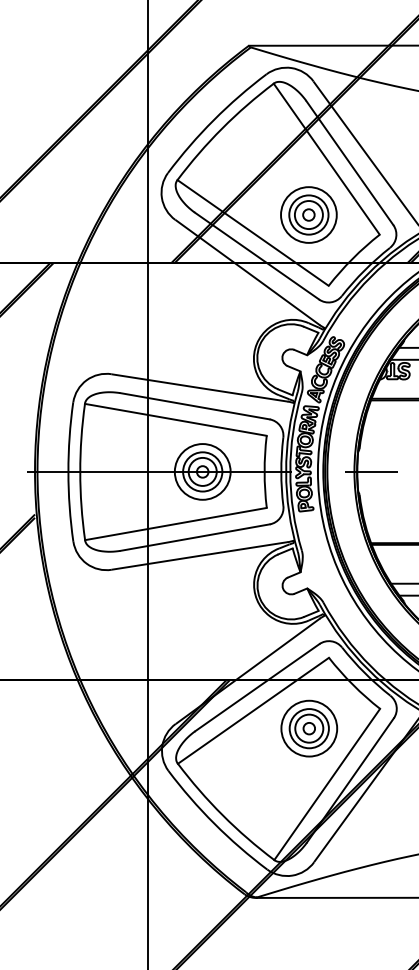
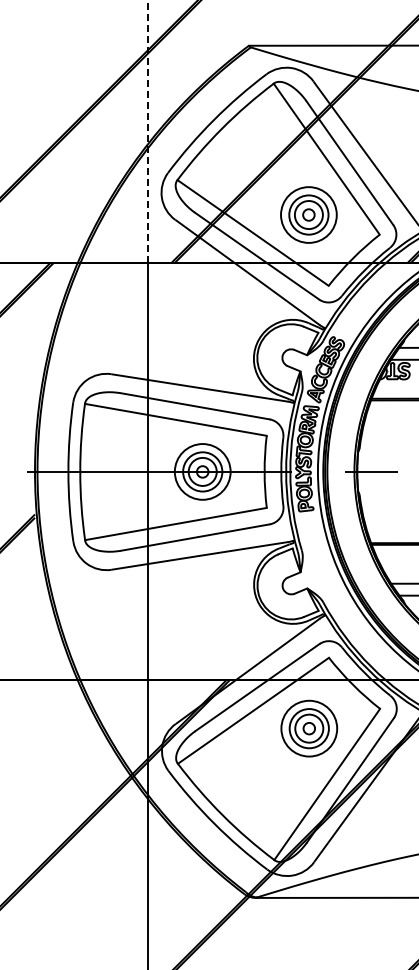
line at (148, 131): solid -> dashed
